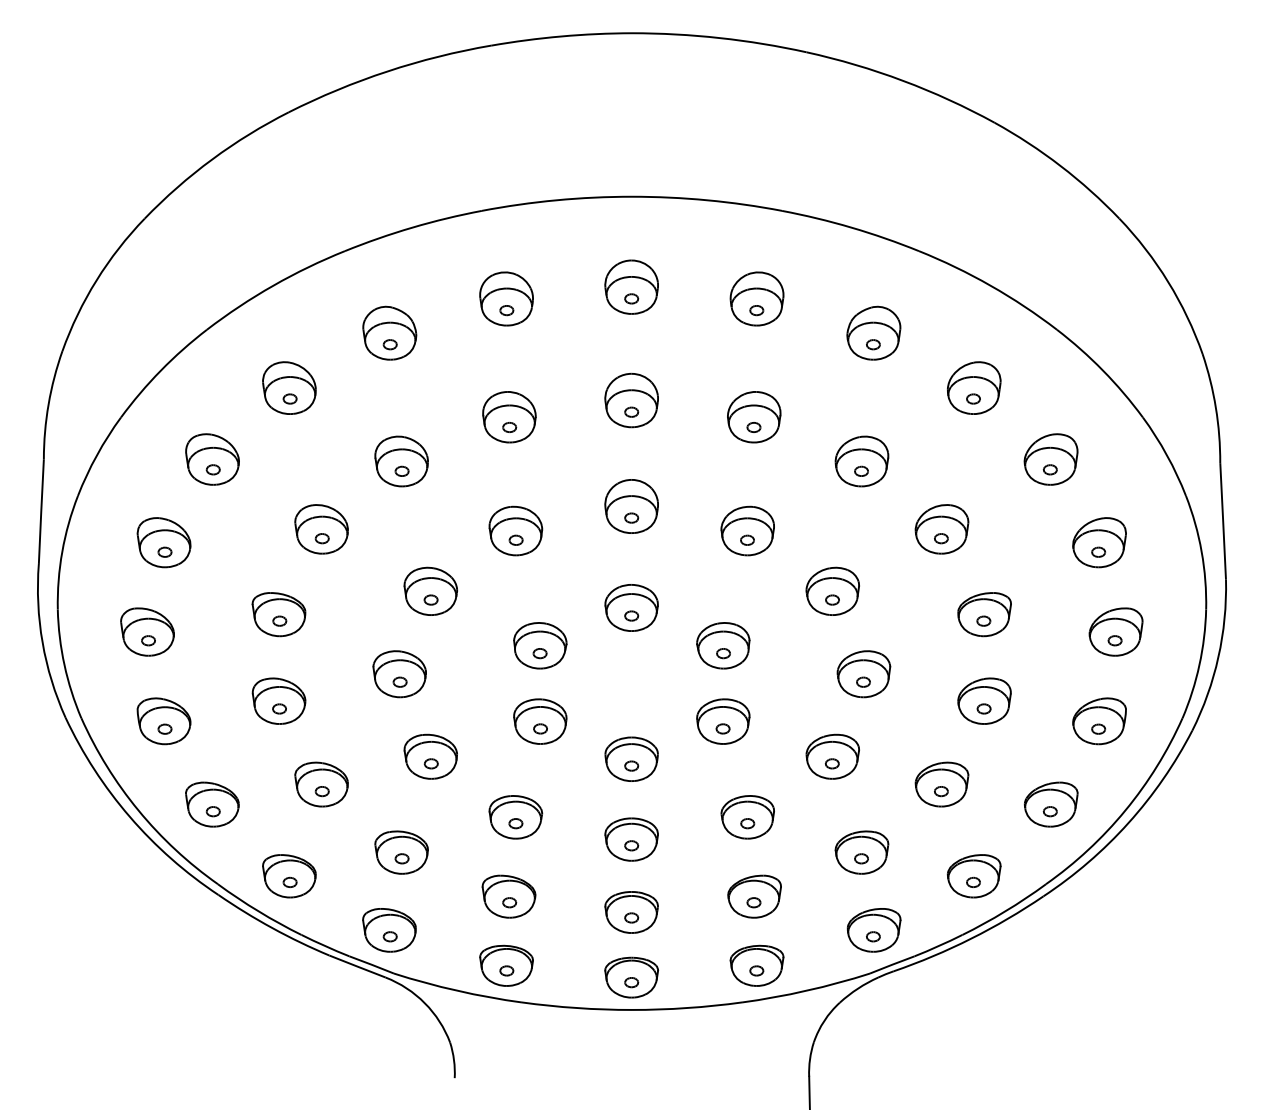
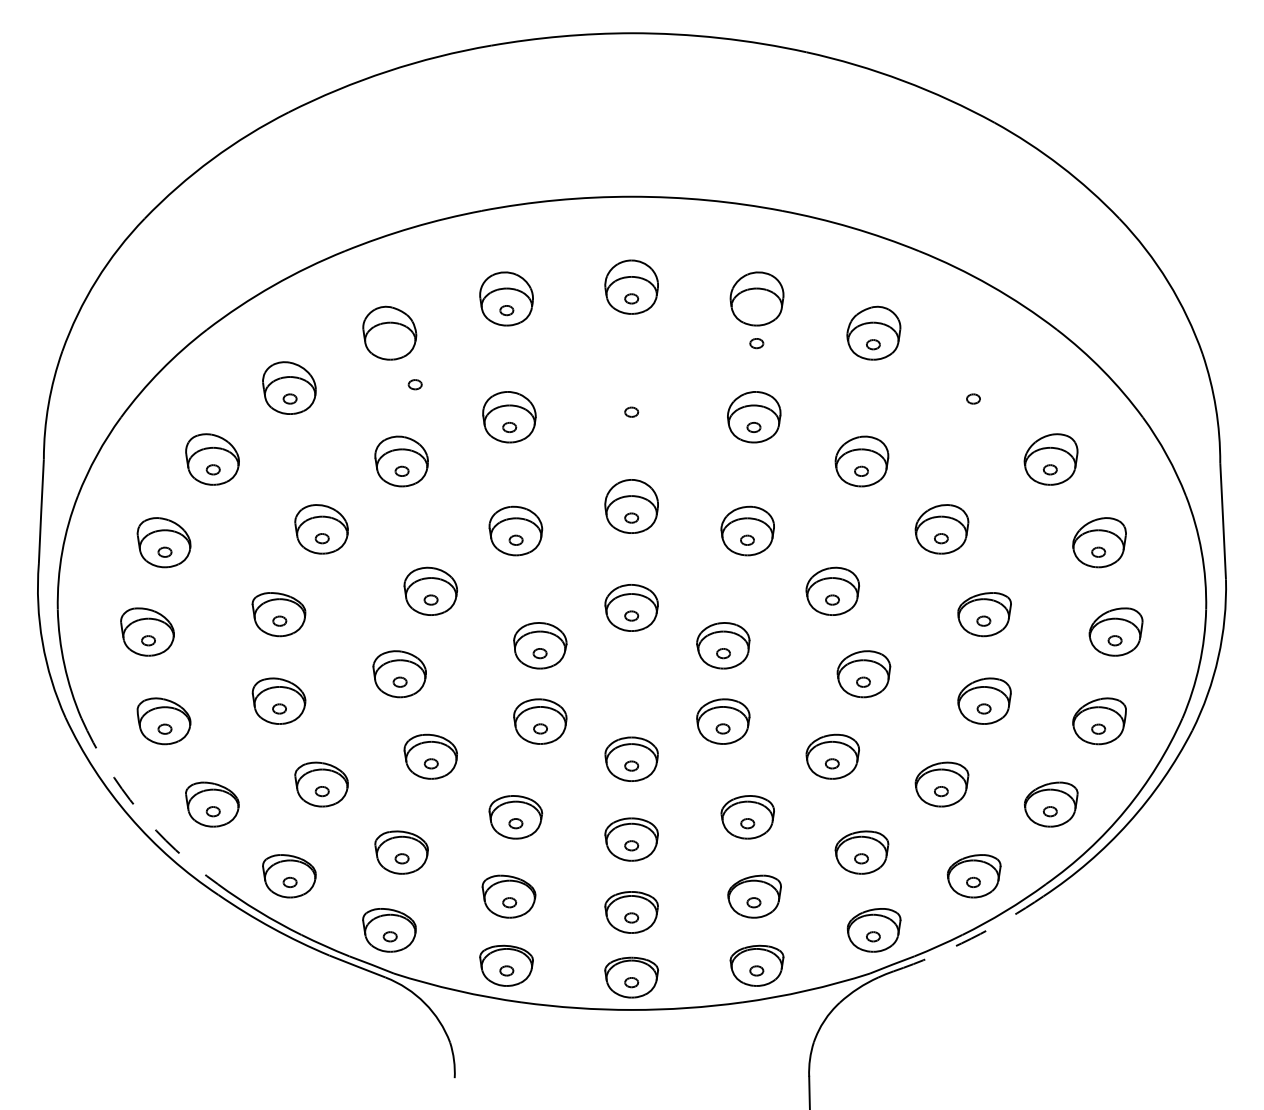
part at (756, 310) position: (756, 310) -> (756, 343)
part at (389, 344) position: (389, 344) -> (414, 384)
part at (974, 387): present -> none
part at (631, 400): present -> none
arc at (138, 810): solid -> dashed
arc at (971, 938): solid -> dashed
